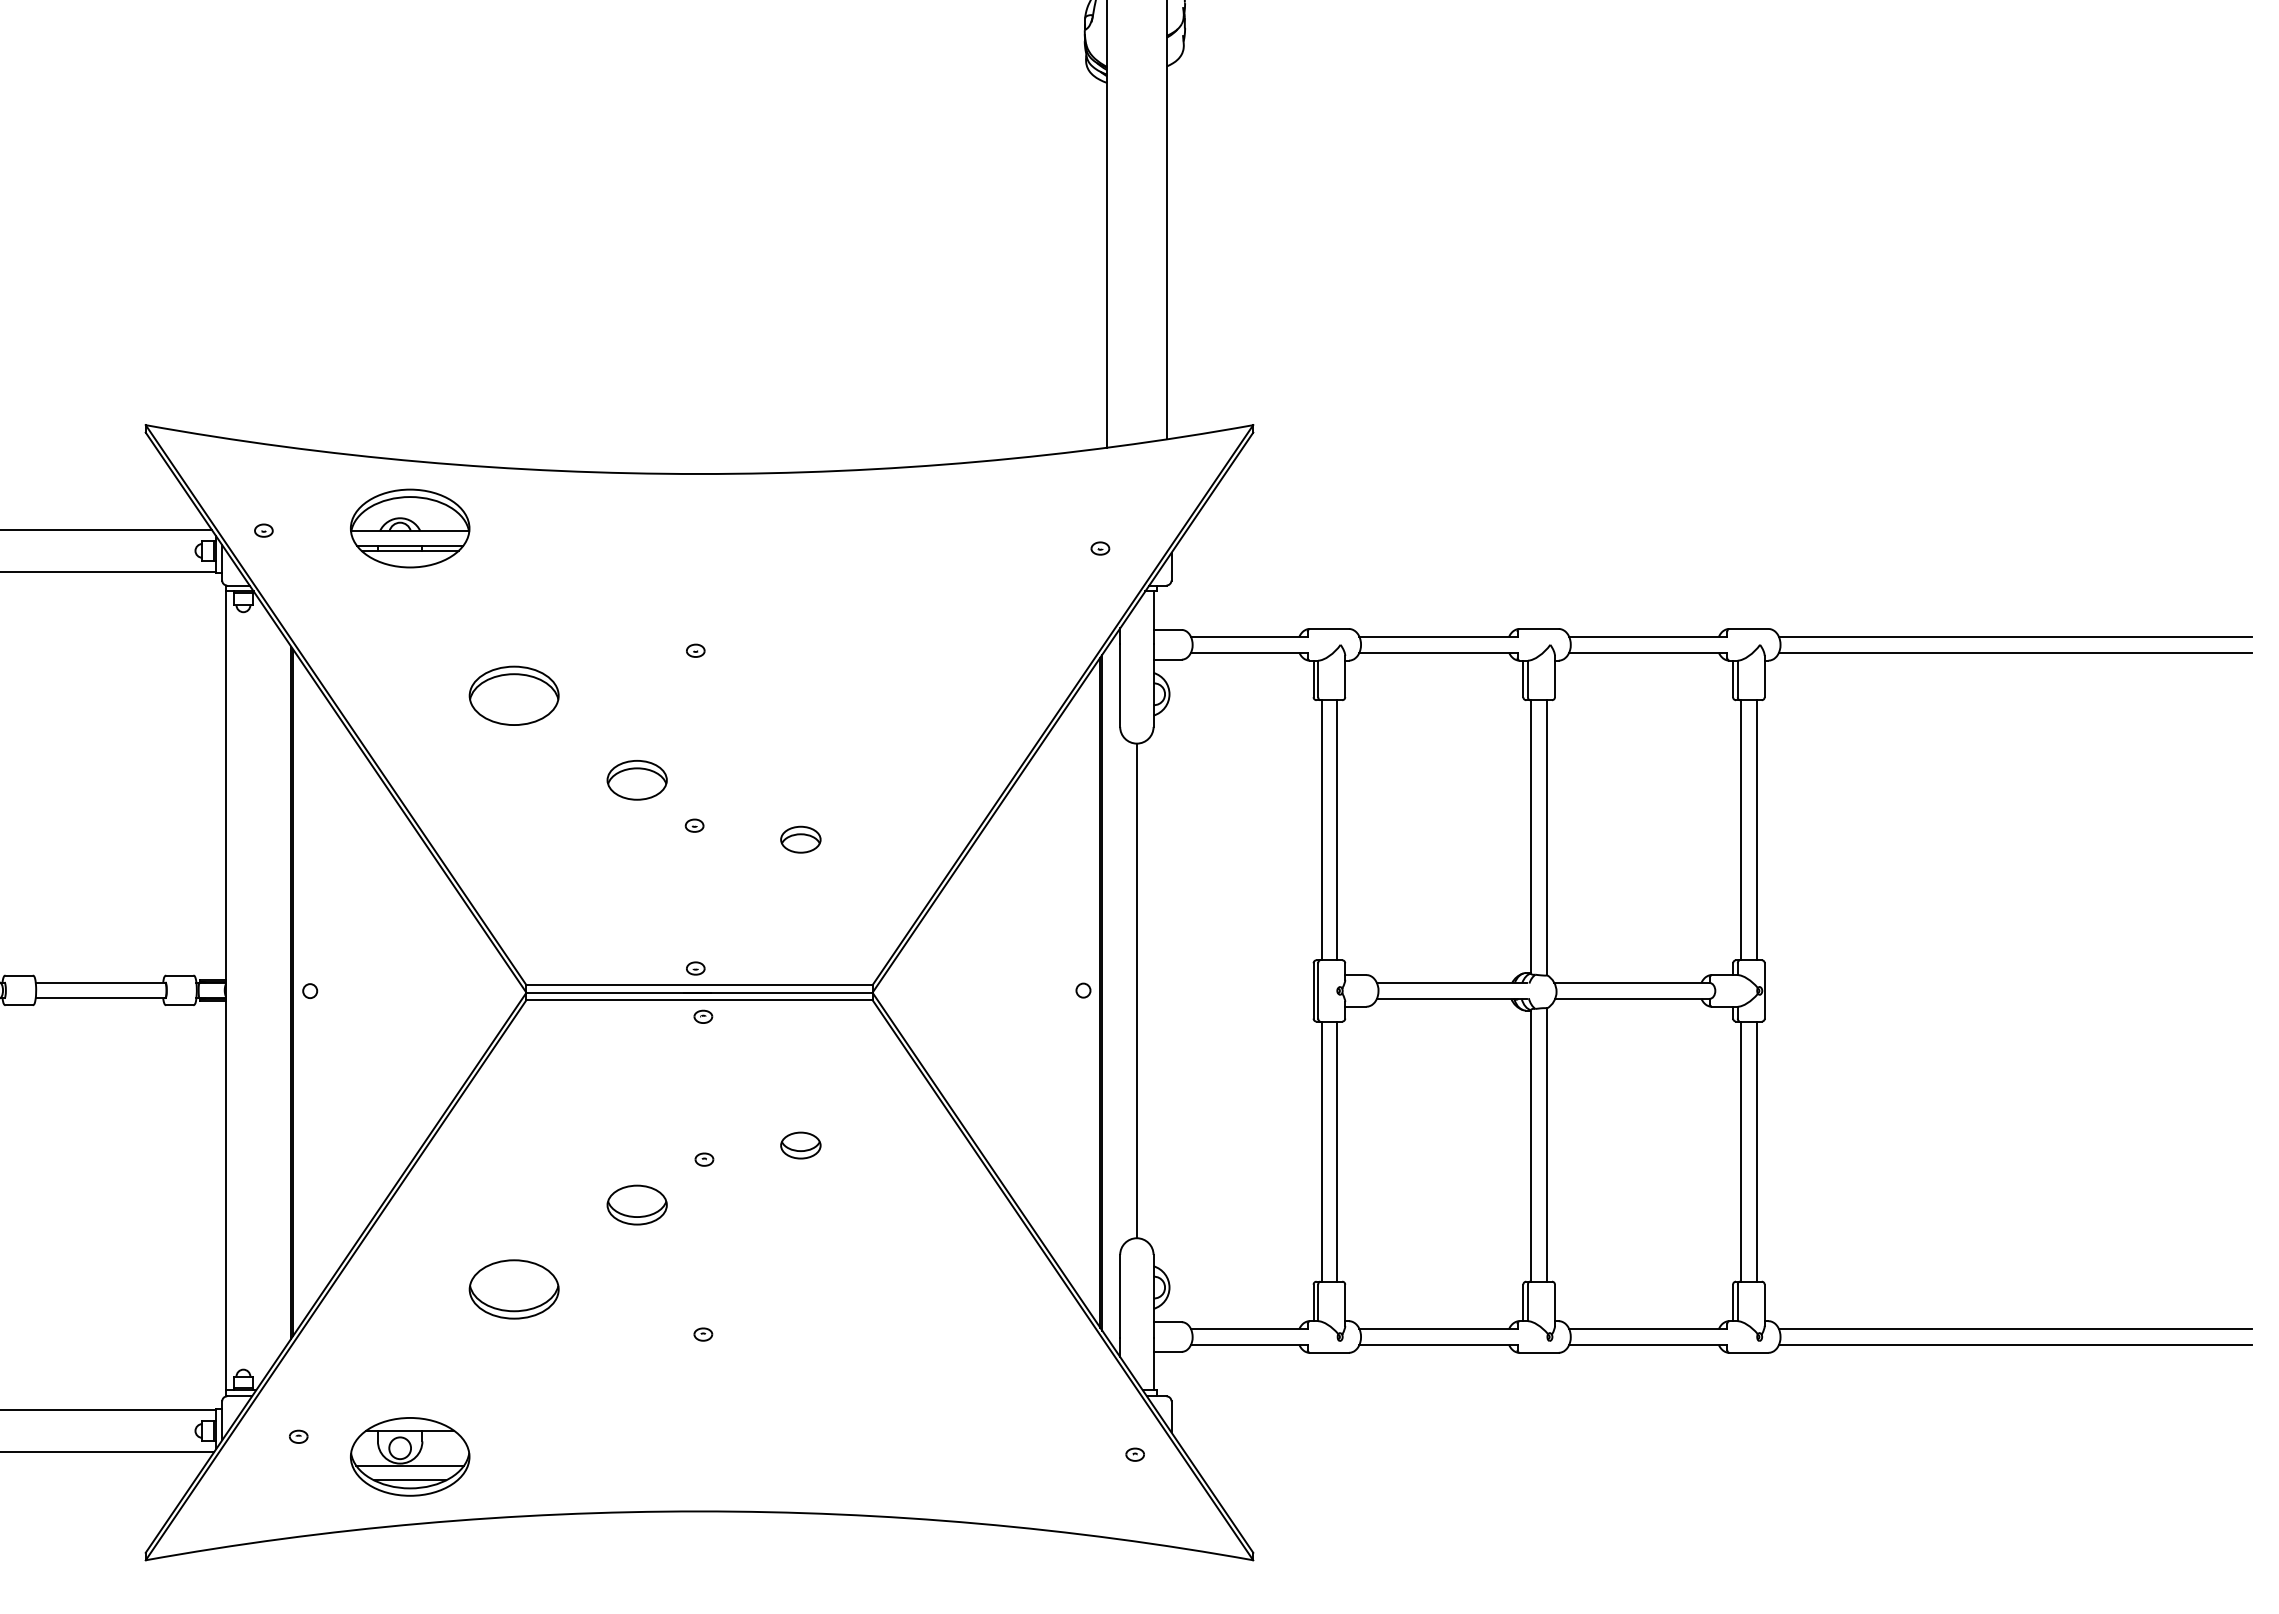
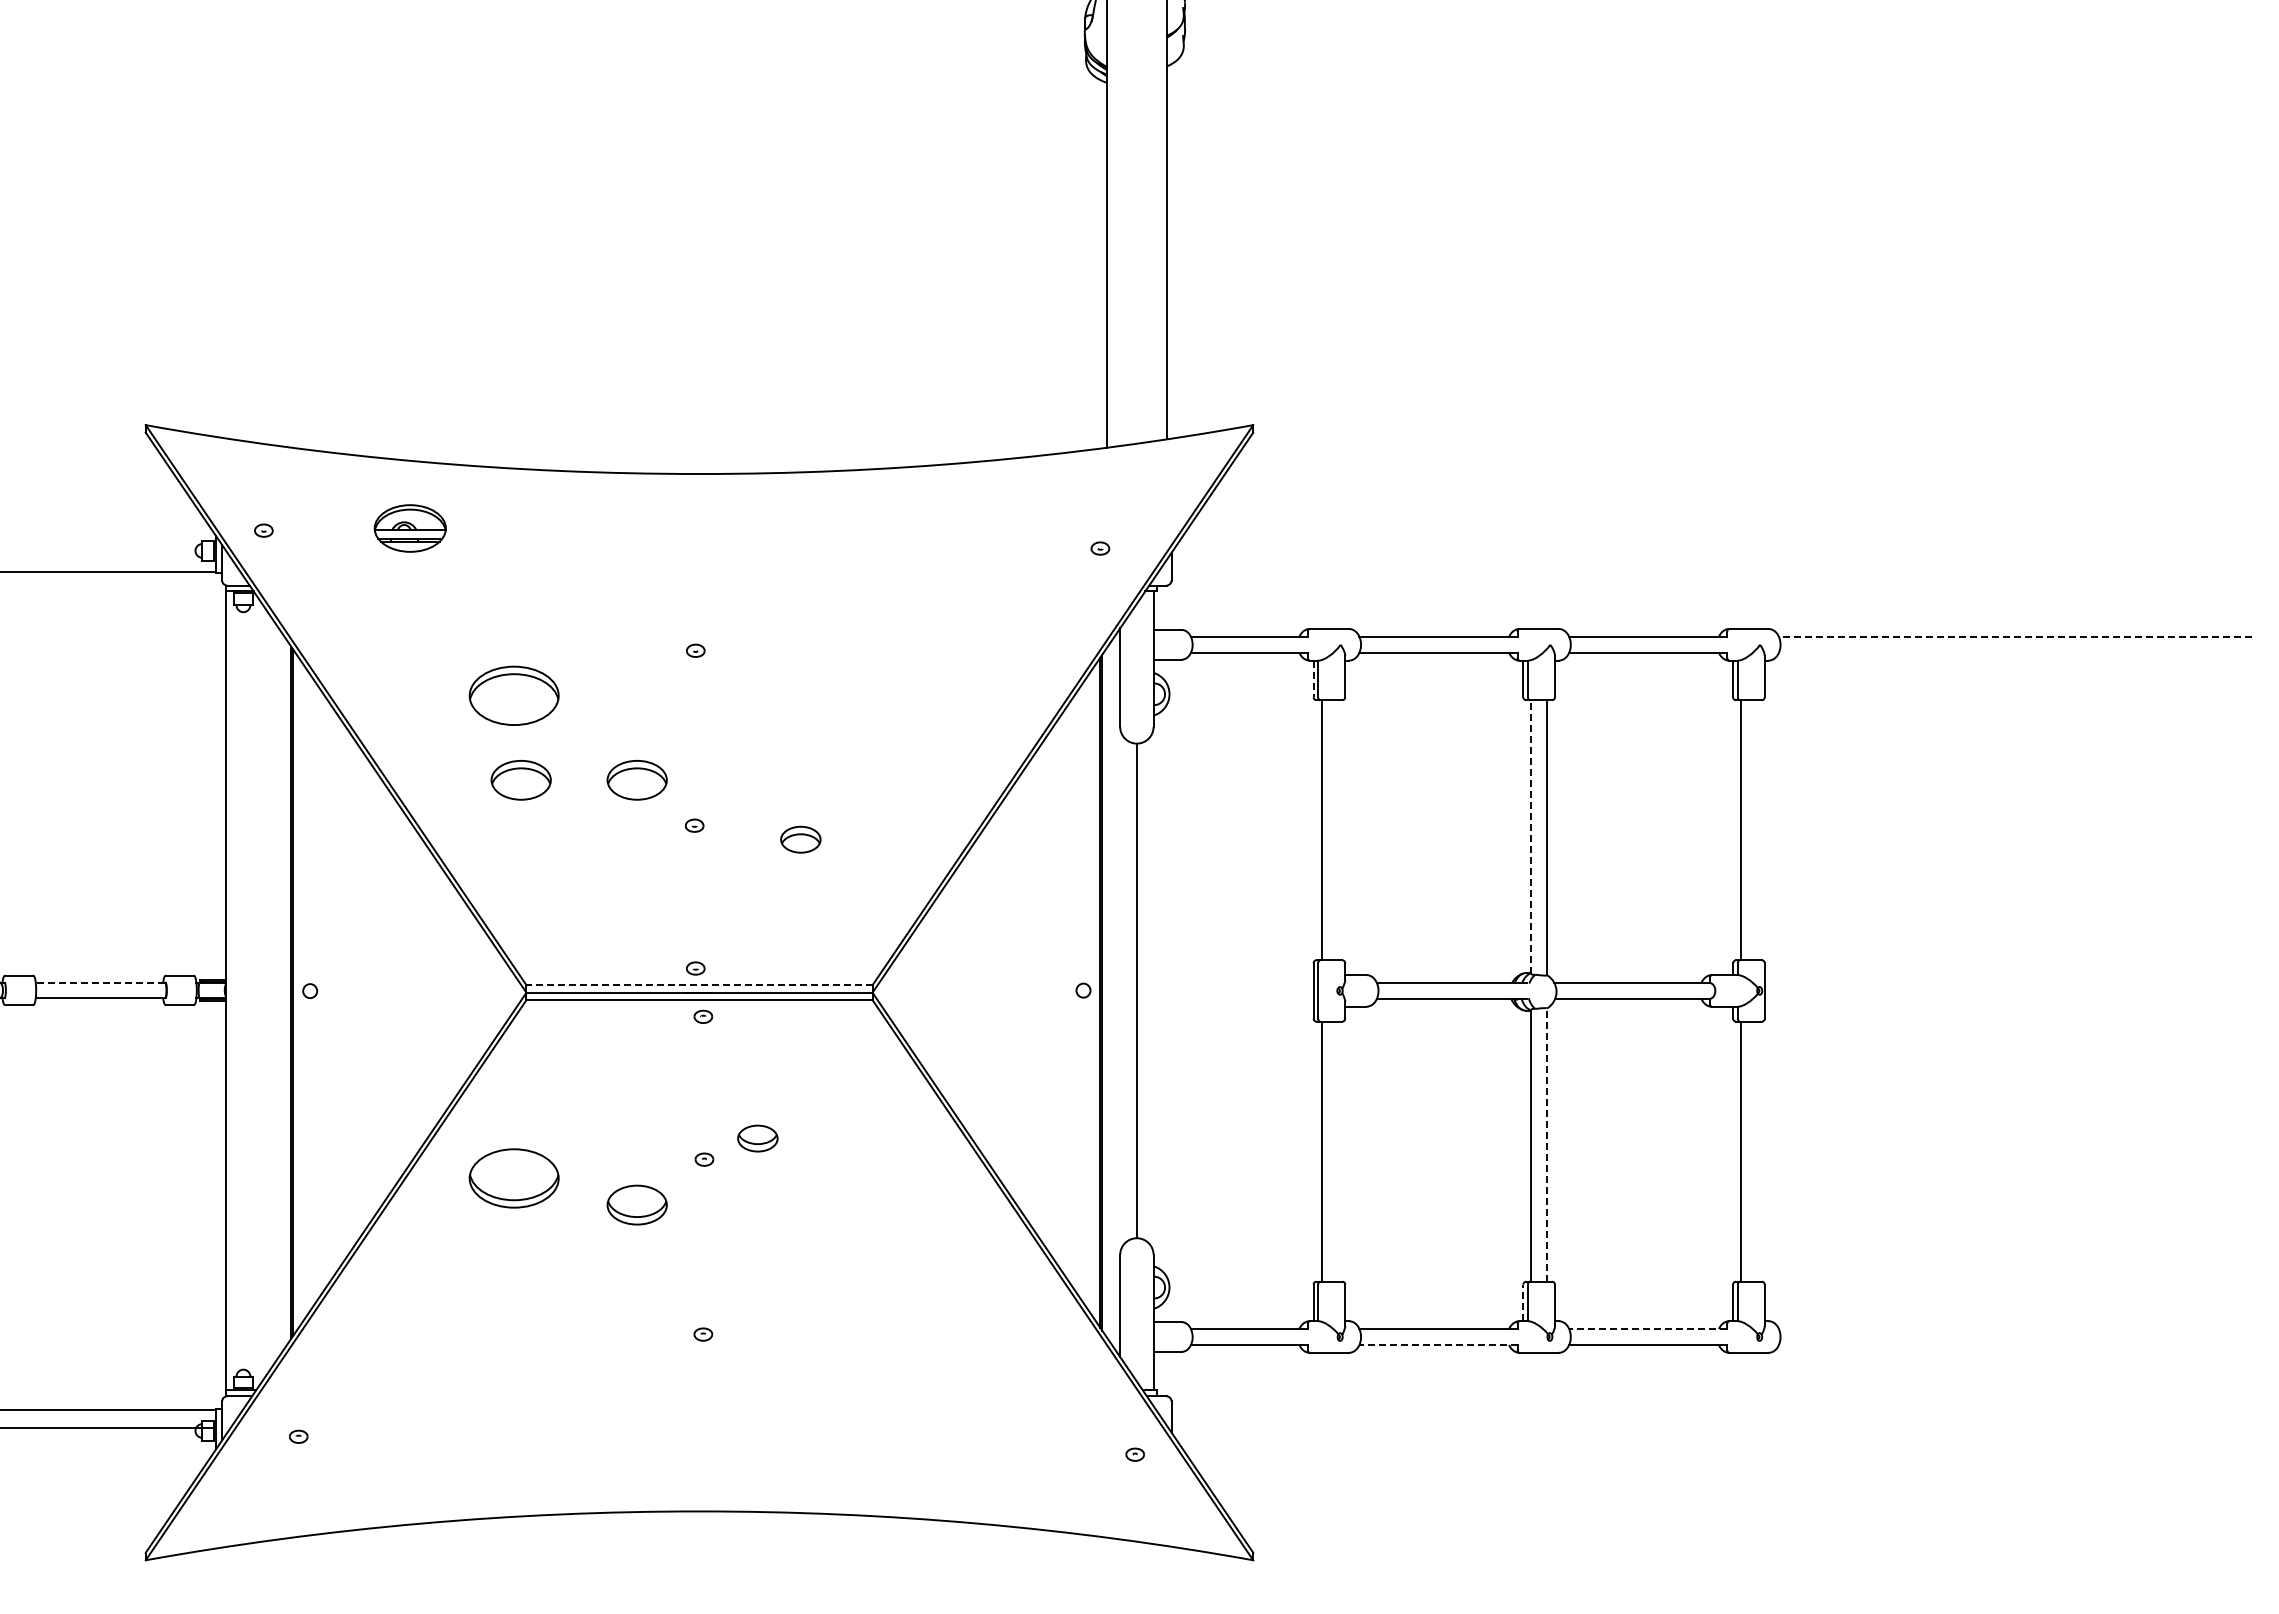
part at (410, 528) size: 121x81 px -> 74x49 px
line at (106, 529): present -> none
line at (2014, 636): solid -> dashed
line at (2014, 652): present -> none
line at (1313, 679): solid -> dashed
part at (520, 780): none -> present
line at (1337, 830): present -> none
line at (1756, 830): present -> none
line at (1531, 837): solid -> dashed
line at (100, 982): solid -> dashed
line at (699, 985): solid -> dashed
part at (800, 1145) position: (800, 1145) -> (757, 1138)
line at (1547, 1145): solid -> dashed
line at (1337, 1151): present -> none
line at (1756, 1151): present -> none
part at (513, 1289) position: (513, 1289) -> (513, 1178)
line at (1523, 1302): solid -> dashed
line at (1647, 1329): solid -> dashed
line at (2014, 1329): present -> none
line at (1437, 1344): solid -> dashed
line at (2014, 1344): present -> none
line at (108, 1451) position: (108, 1451) -> (108, 1427)
part at (410, 1456): present -> none
